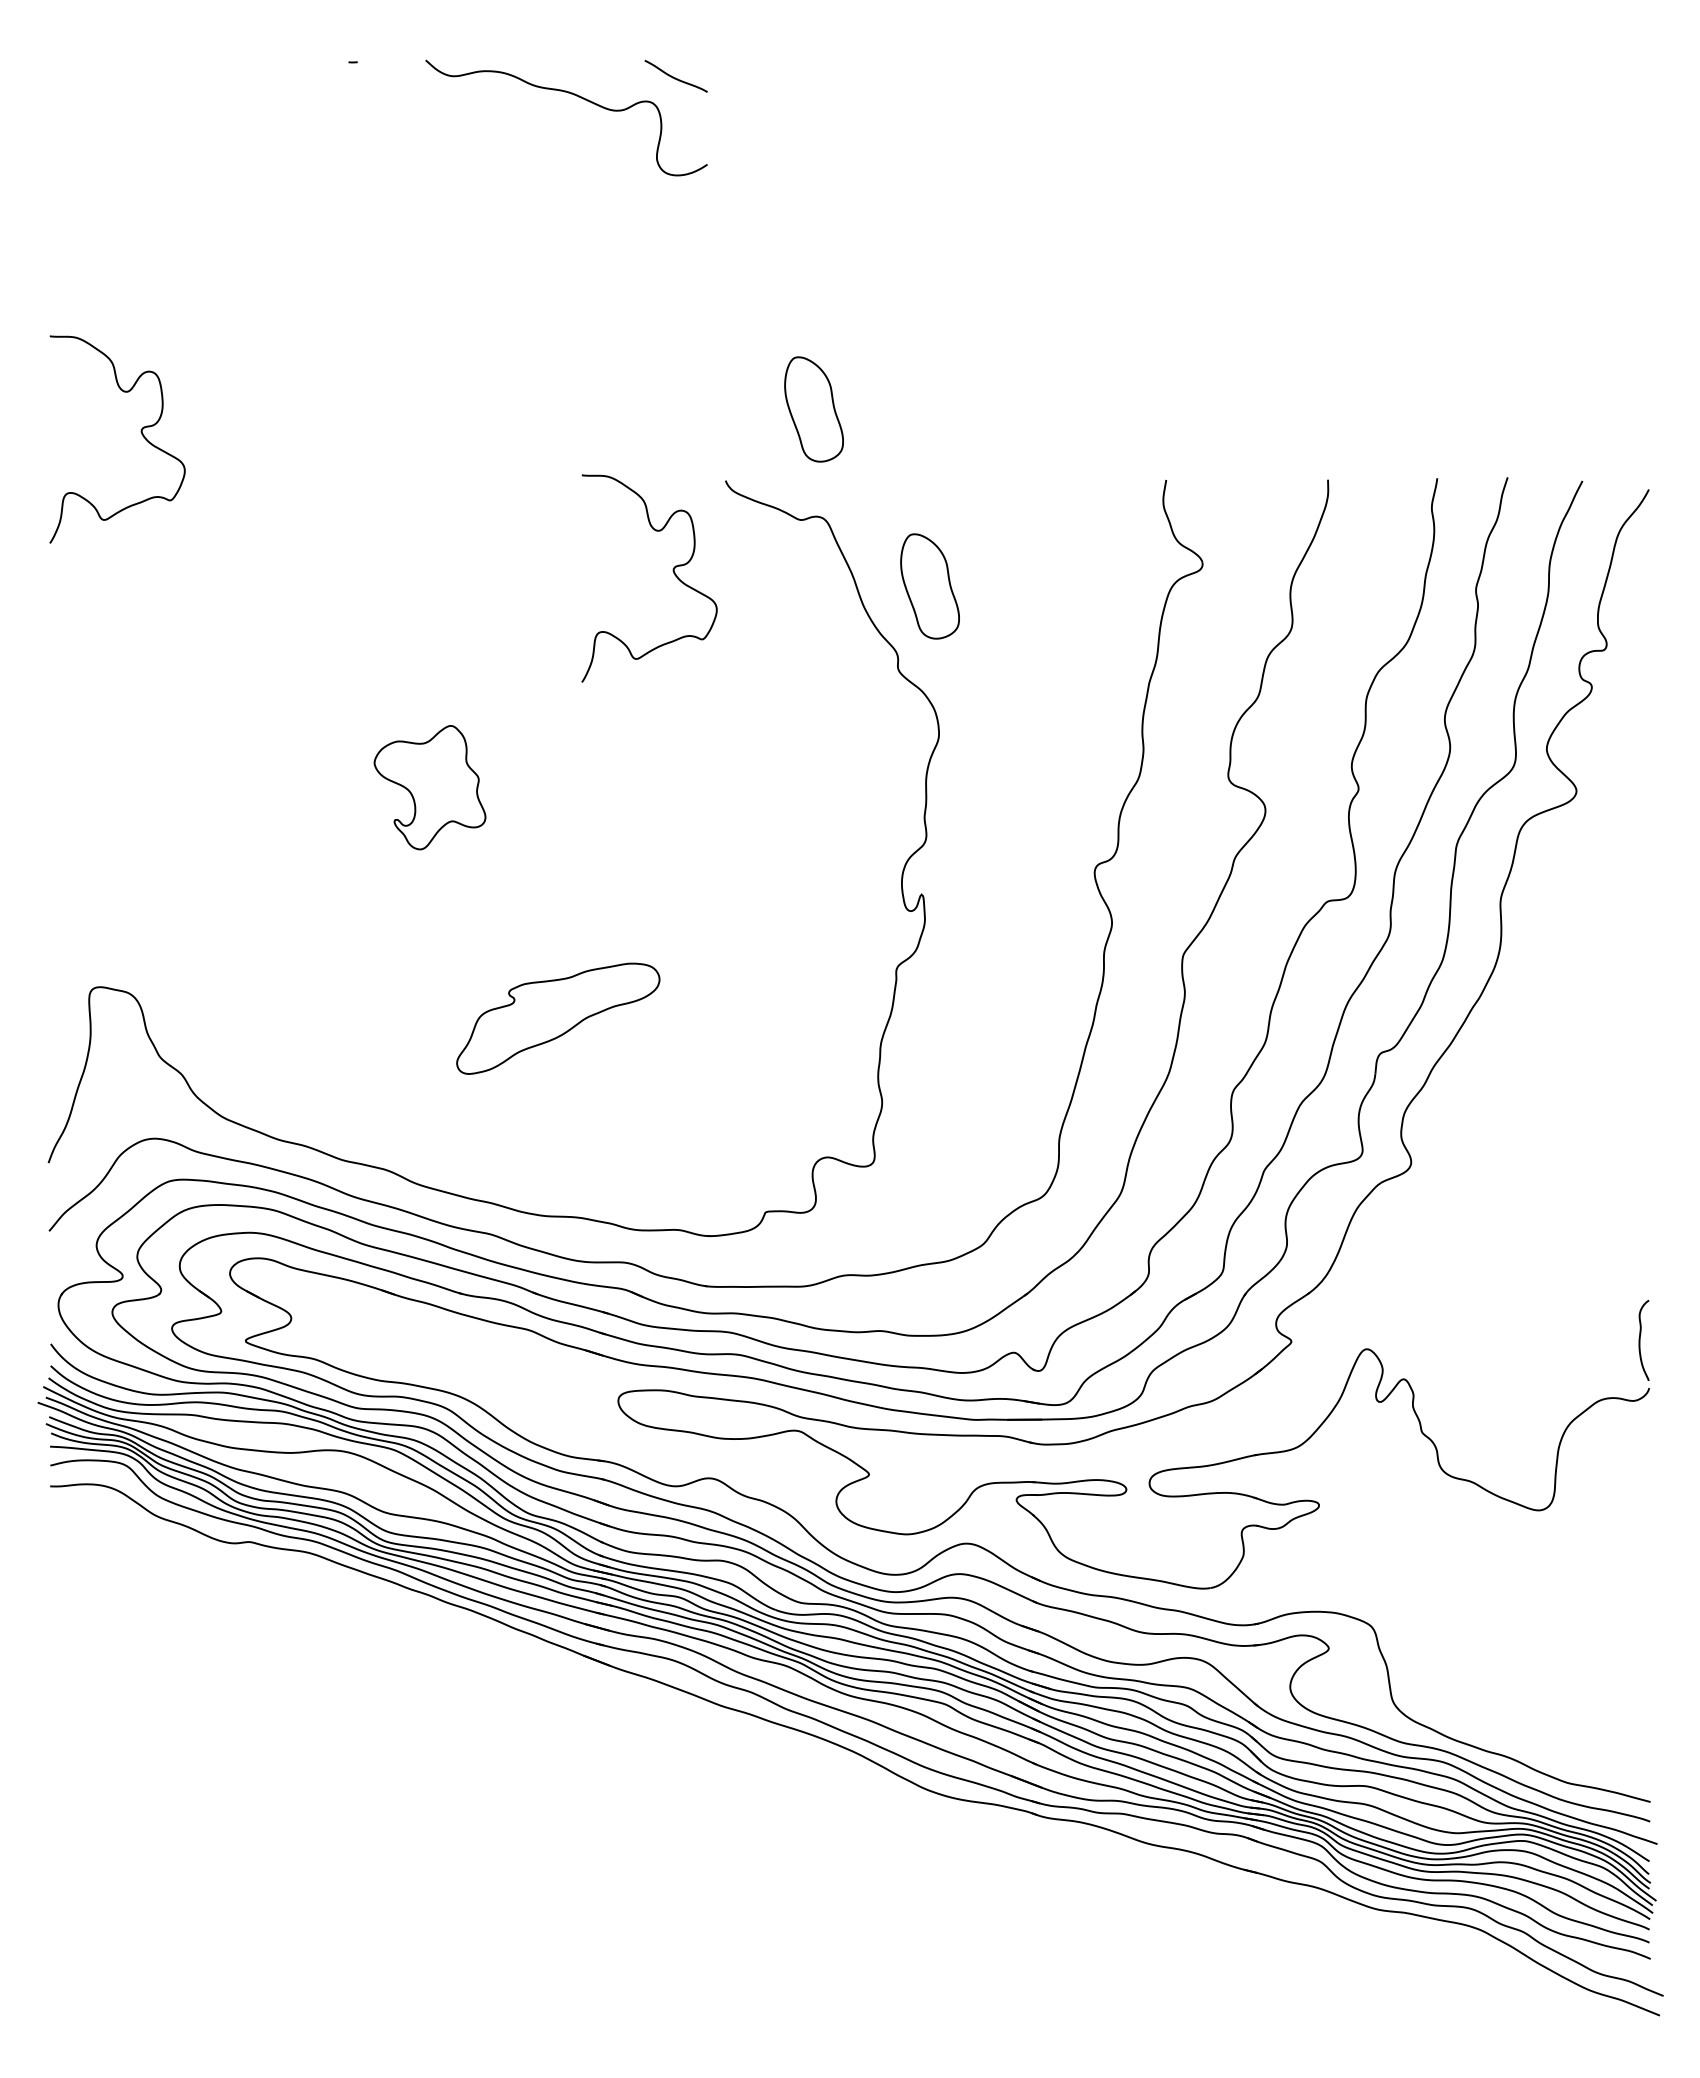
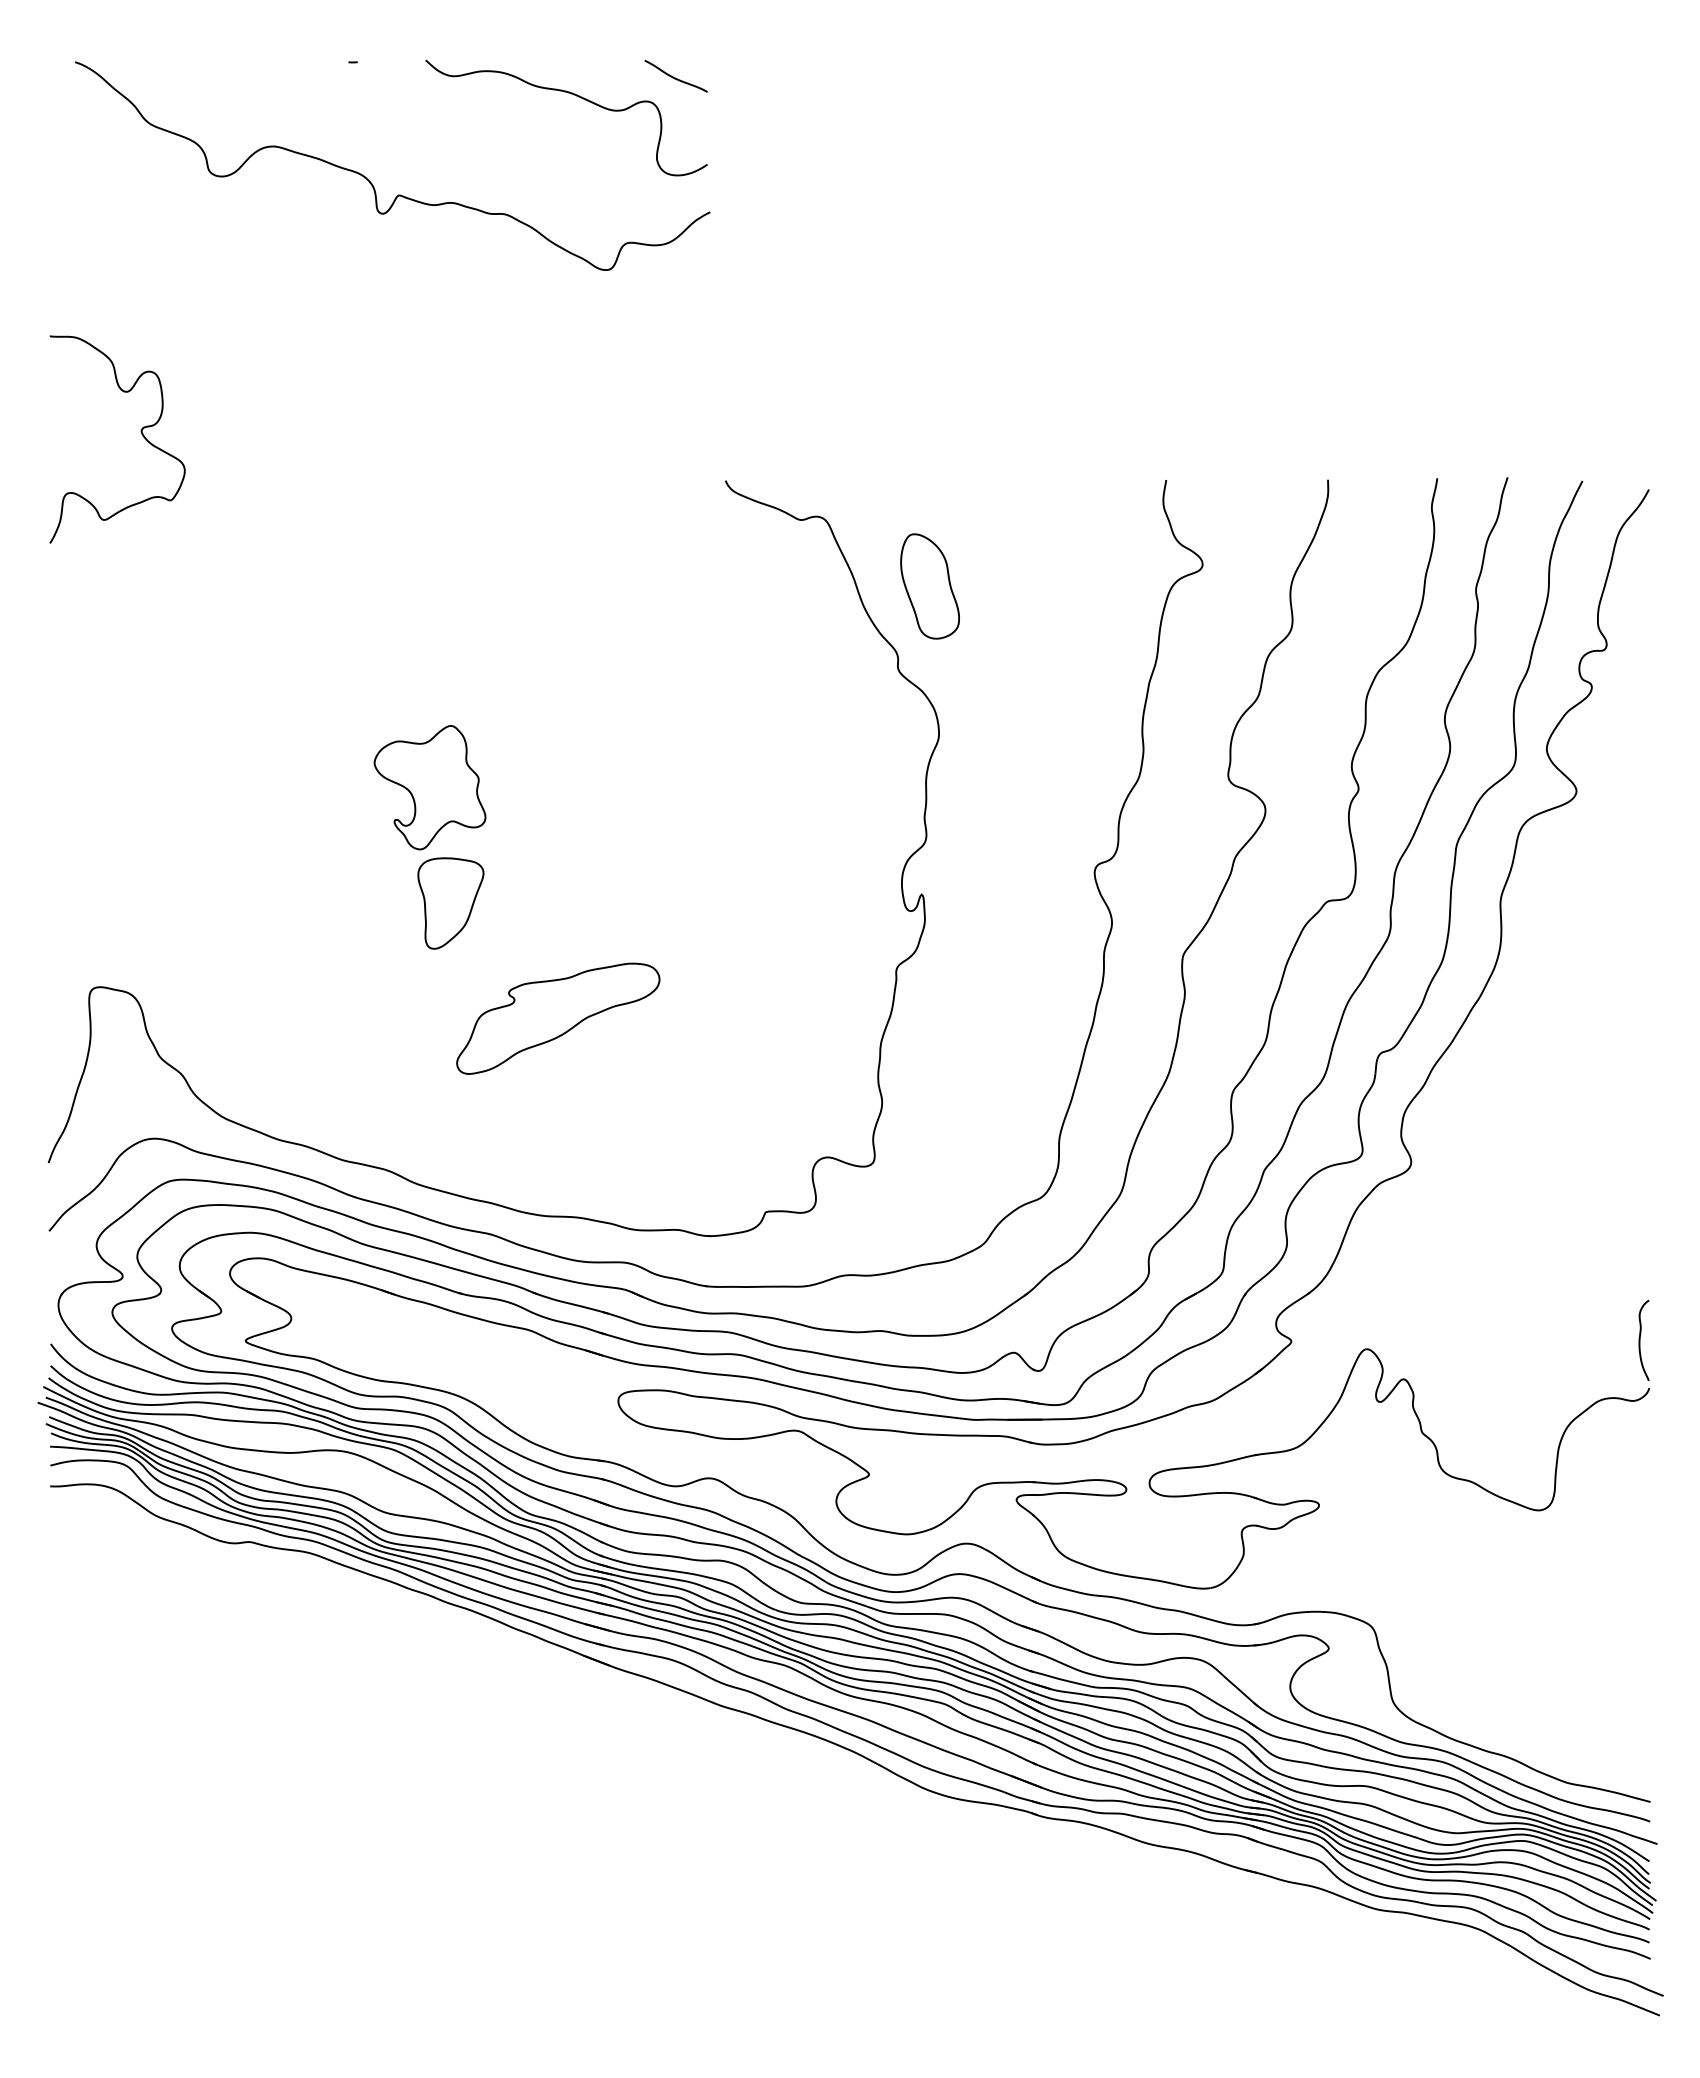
curve at (372, 183): none -> present
part at (813, 409): present -> none
curve at (672, 571): present -> none
part at (450, 903): none -> present
